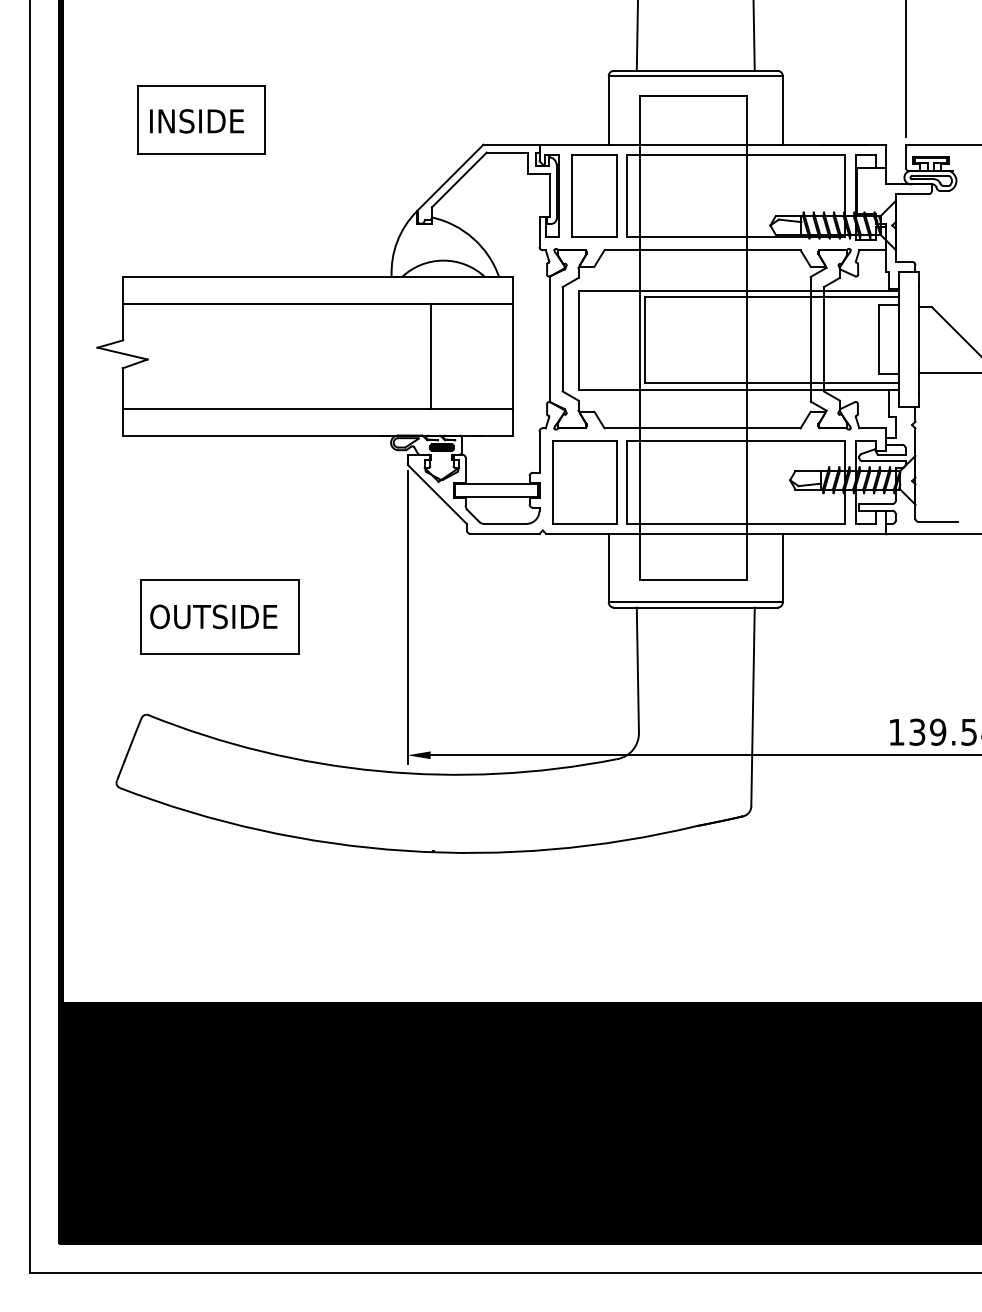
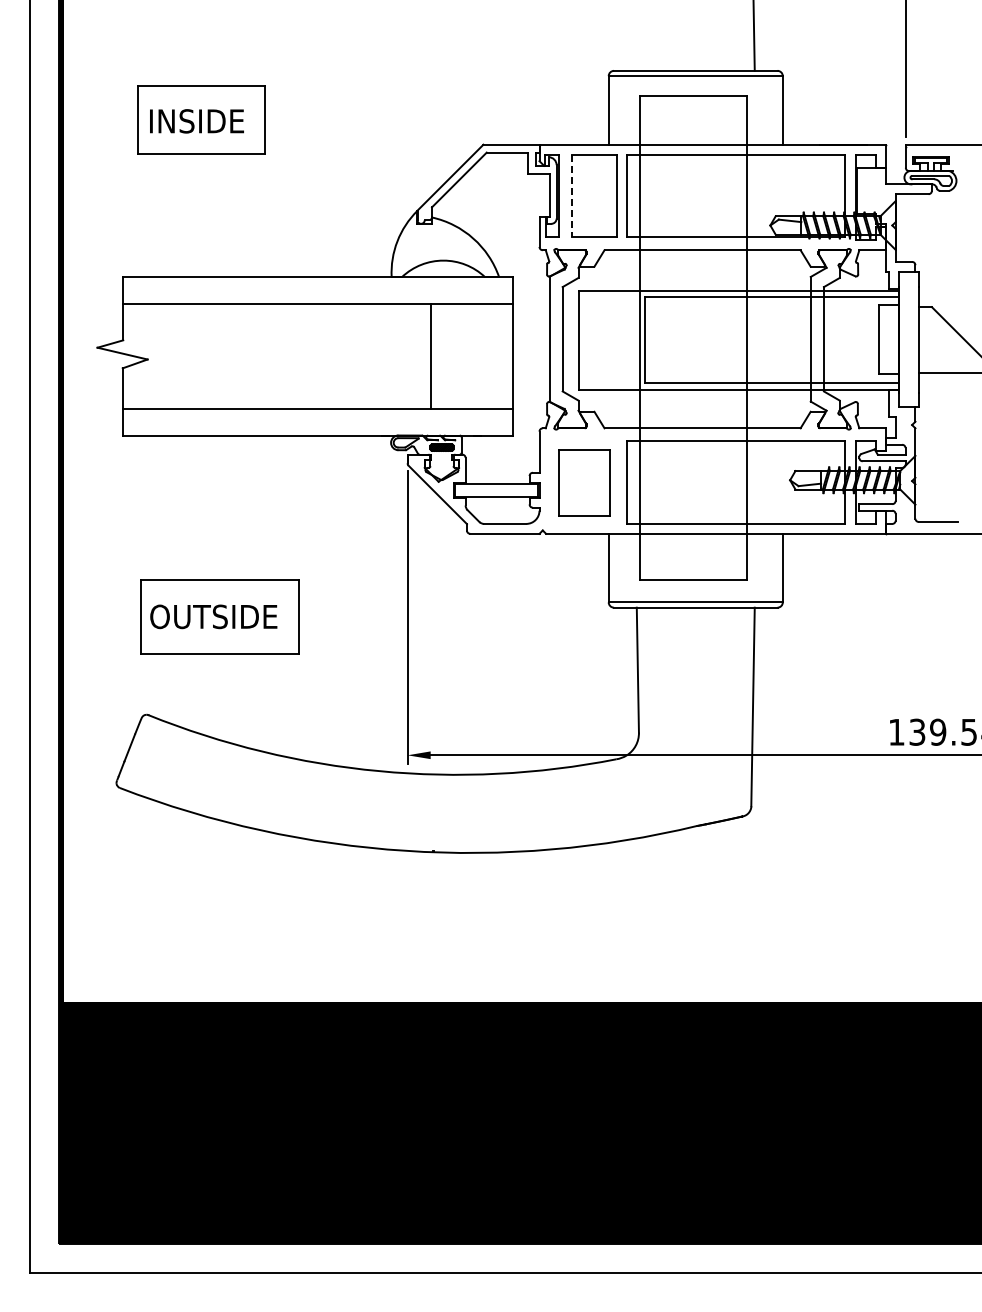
line at (636, 36): present -> none
line at (572, 196): solid -> dashed
part at (584, 482) size: 66x85 px -> 53x68 px
